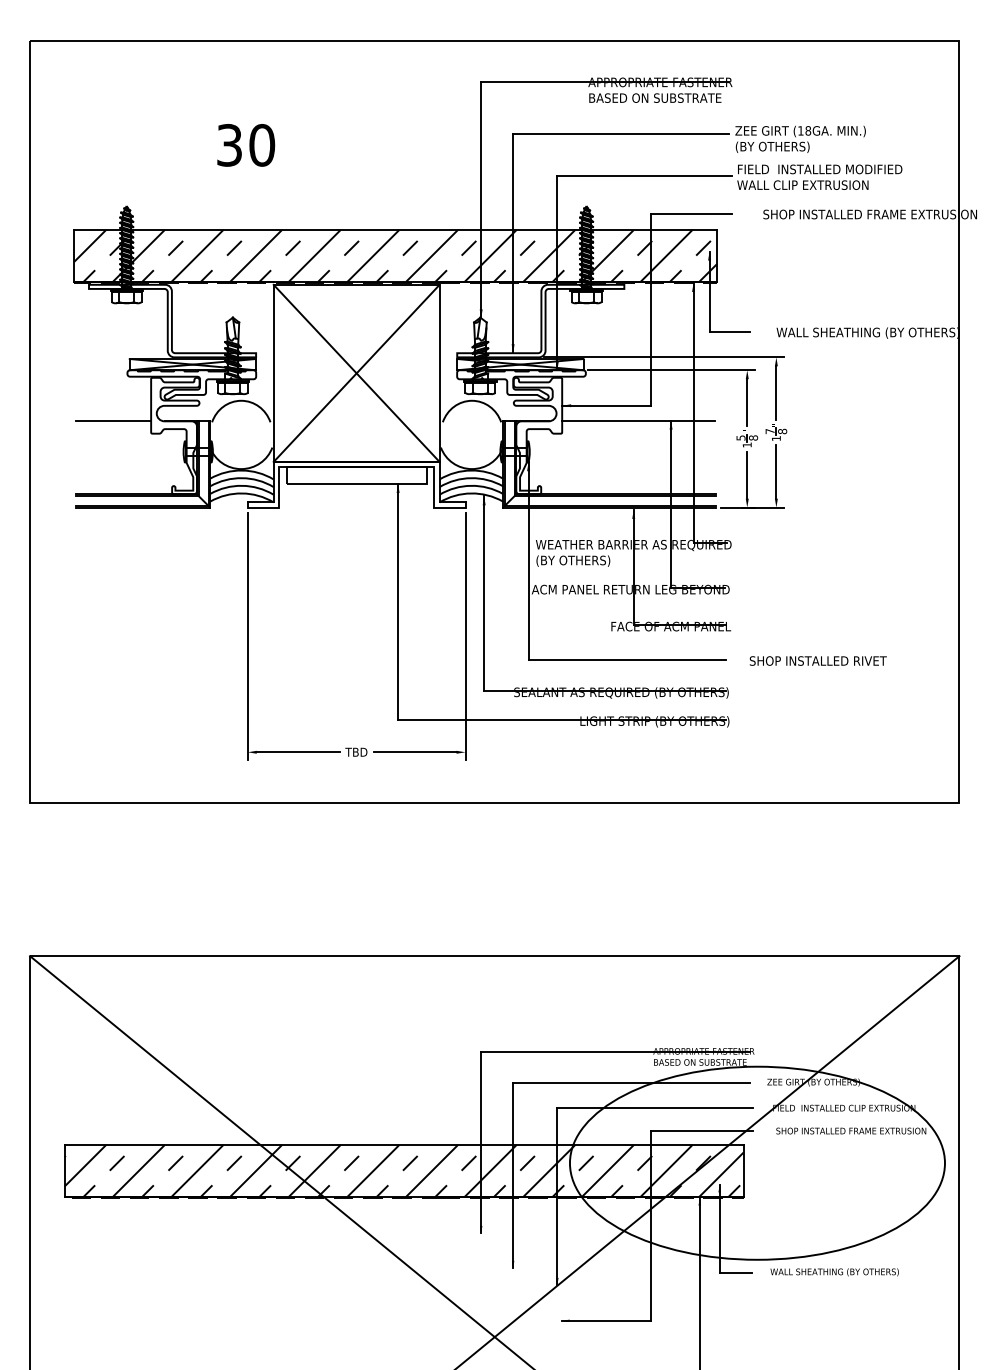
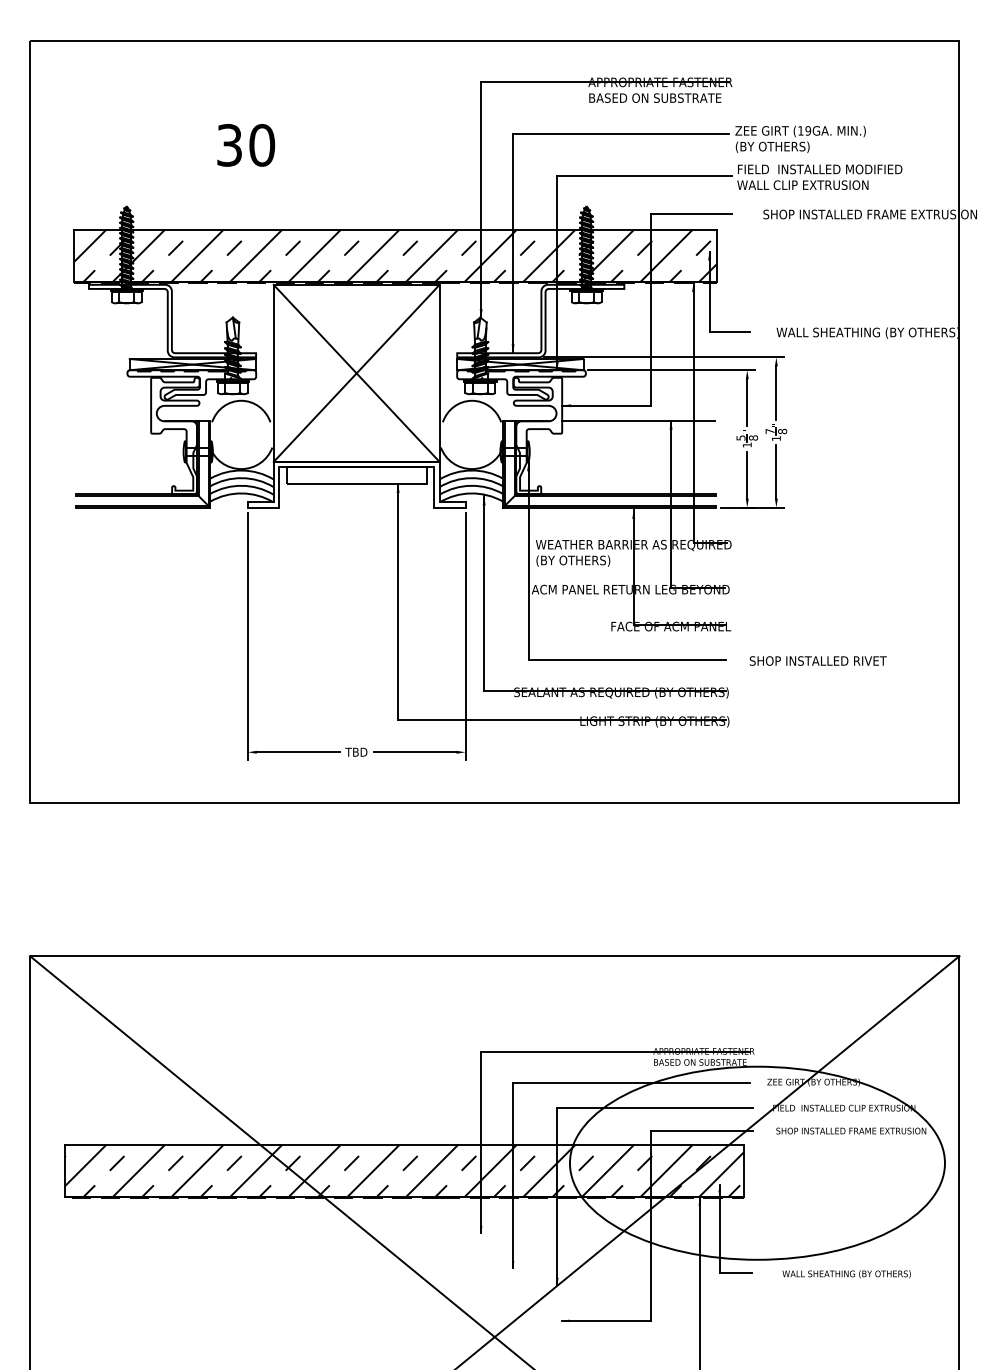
text at (808, 130): (18GA. -> (19GA.
line at (113, 421): present -> none
text at (834, 1272) position: (834, 1272) -> (846, 1274)
